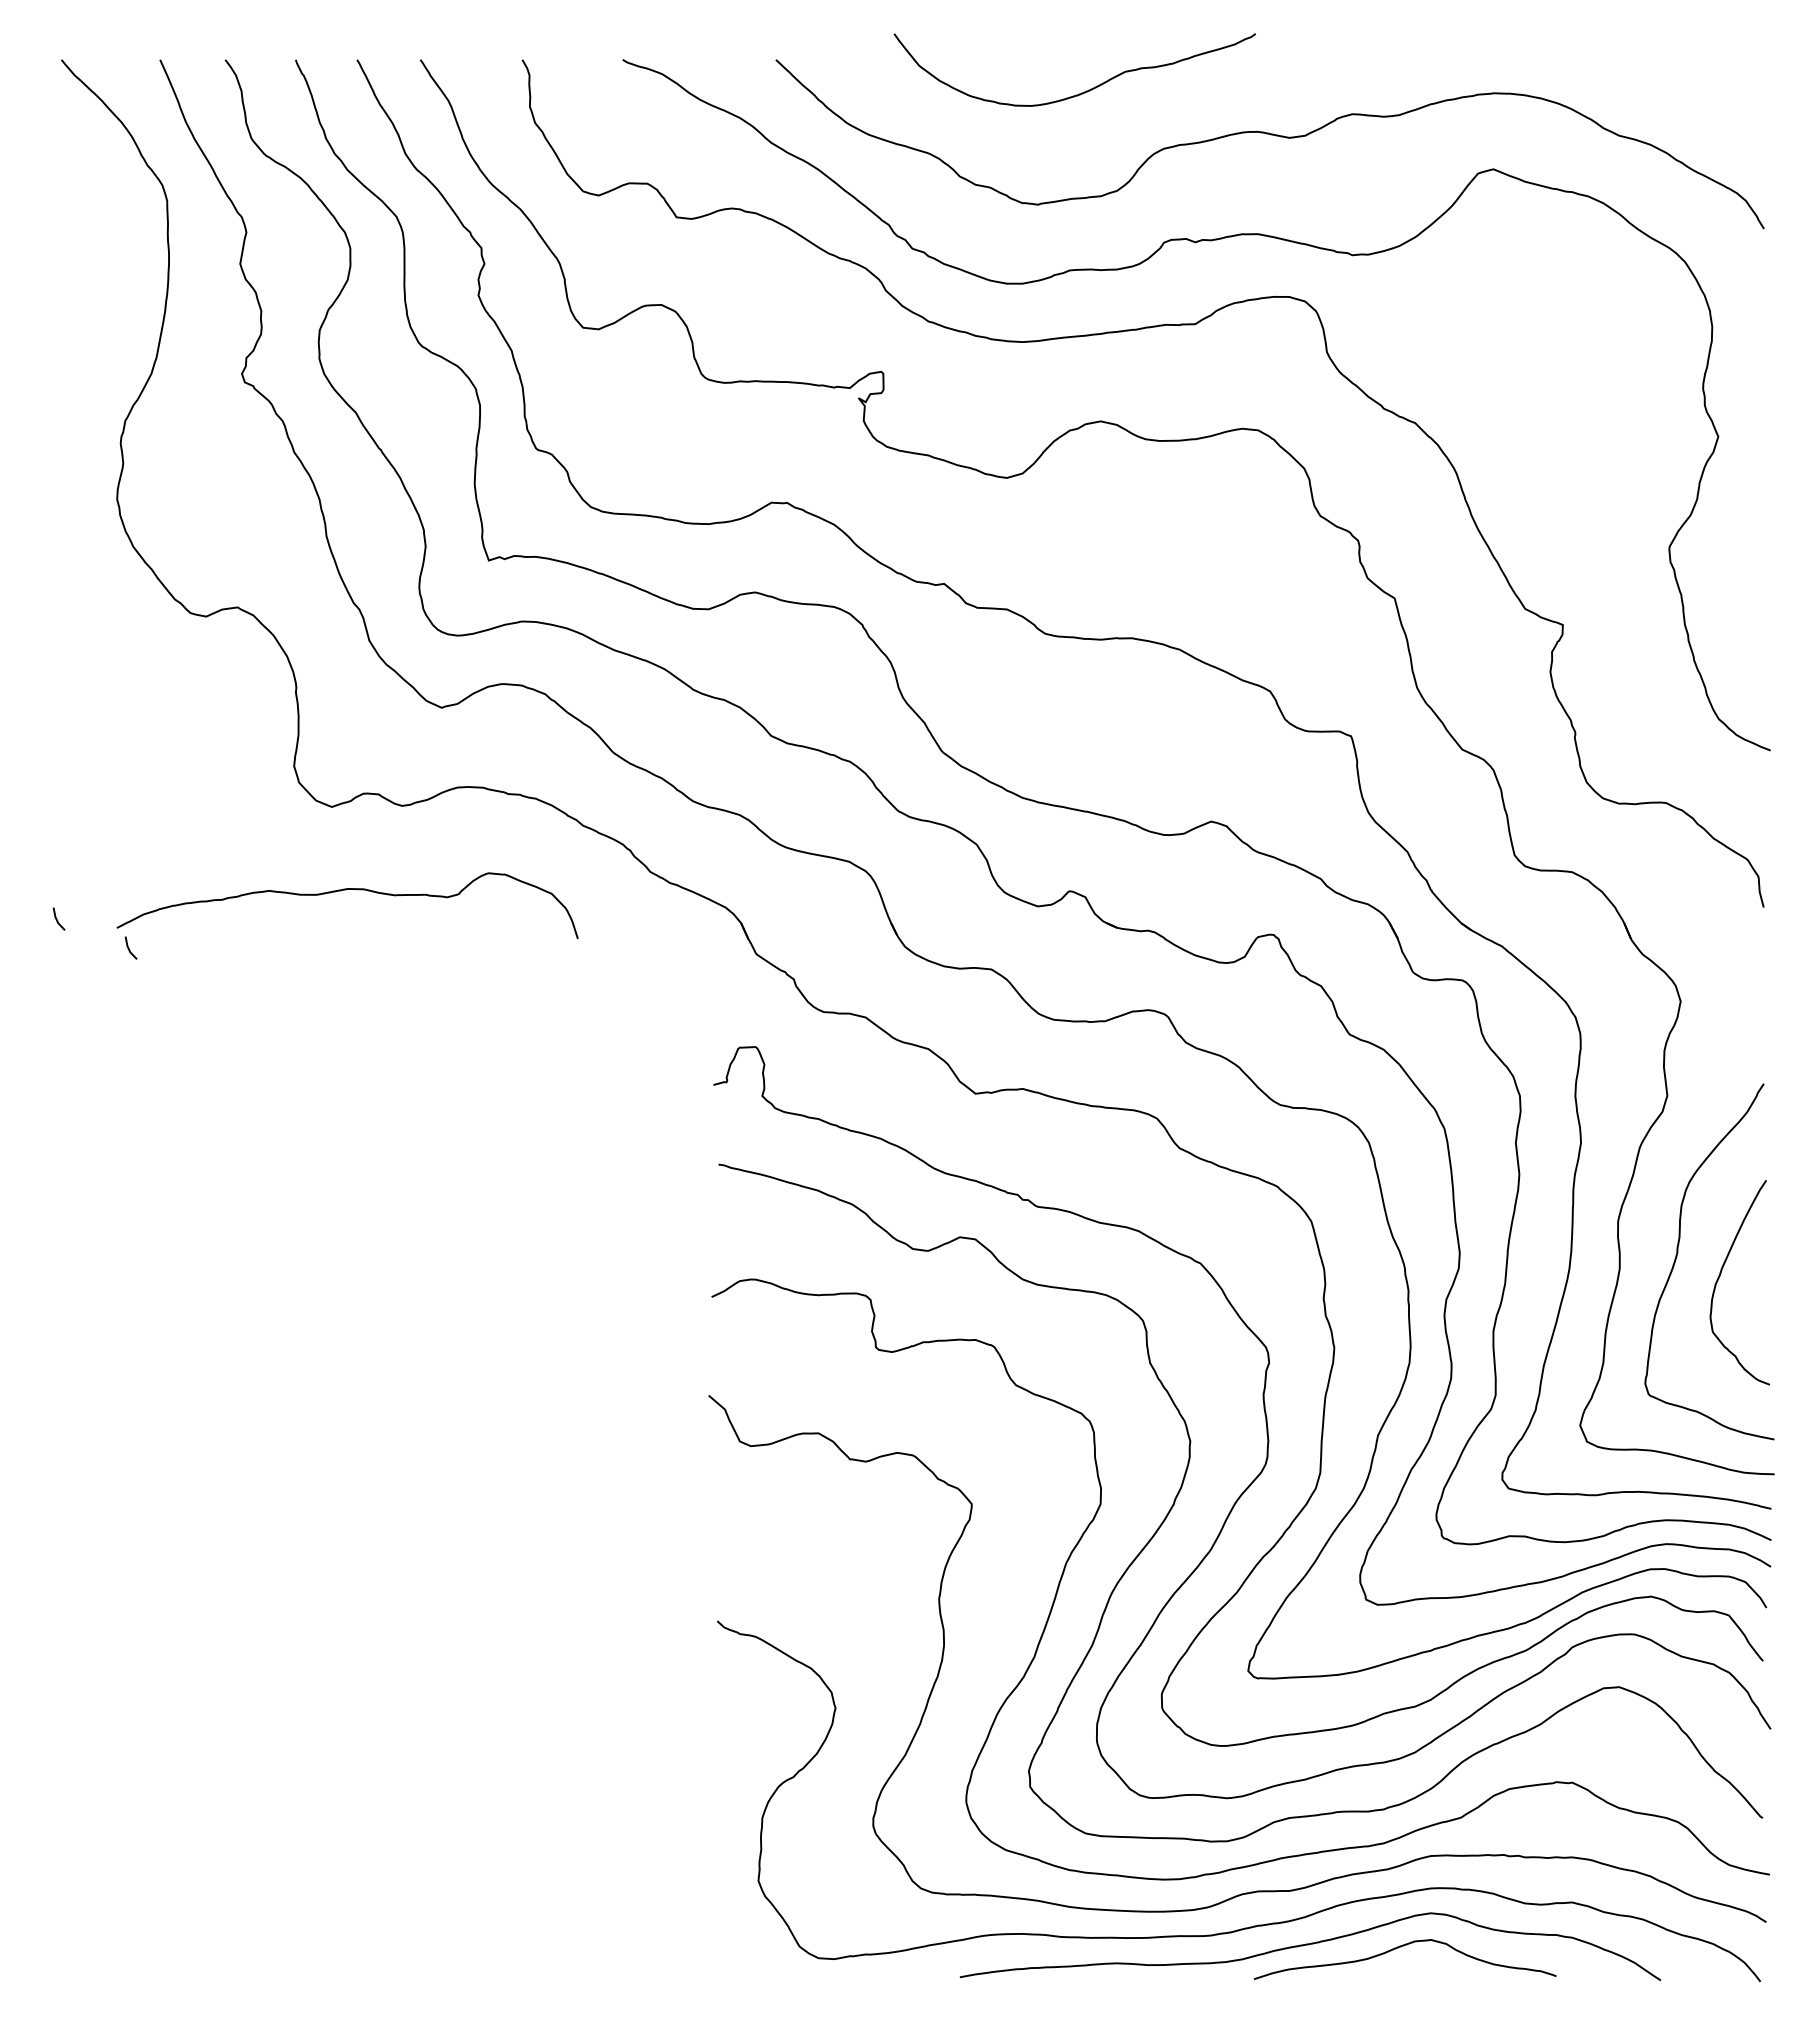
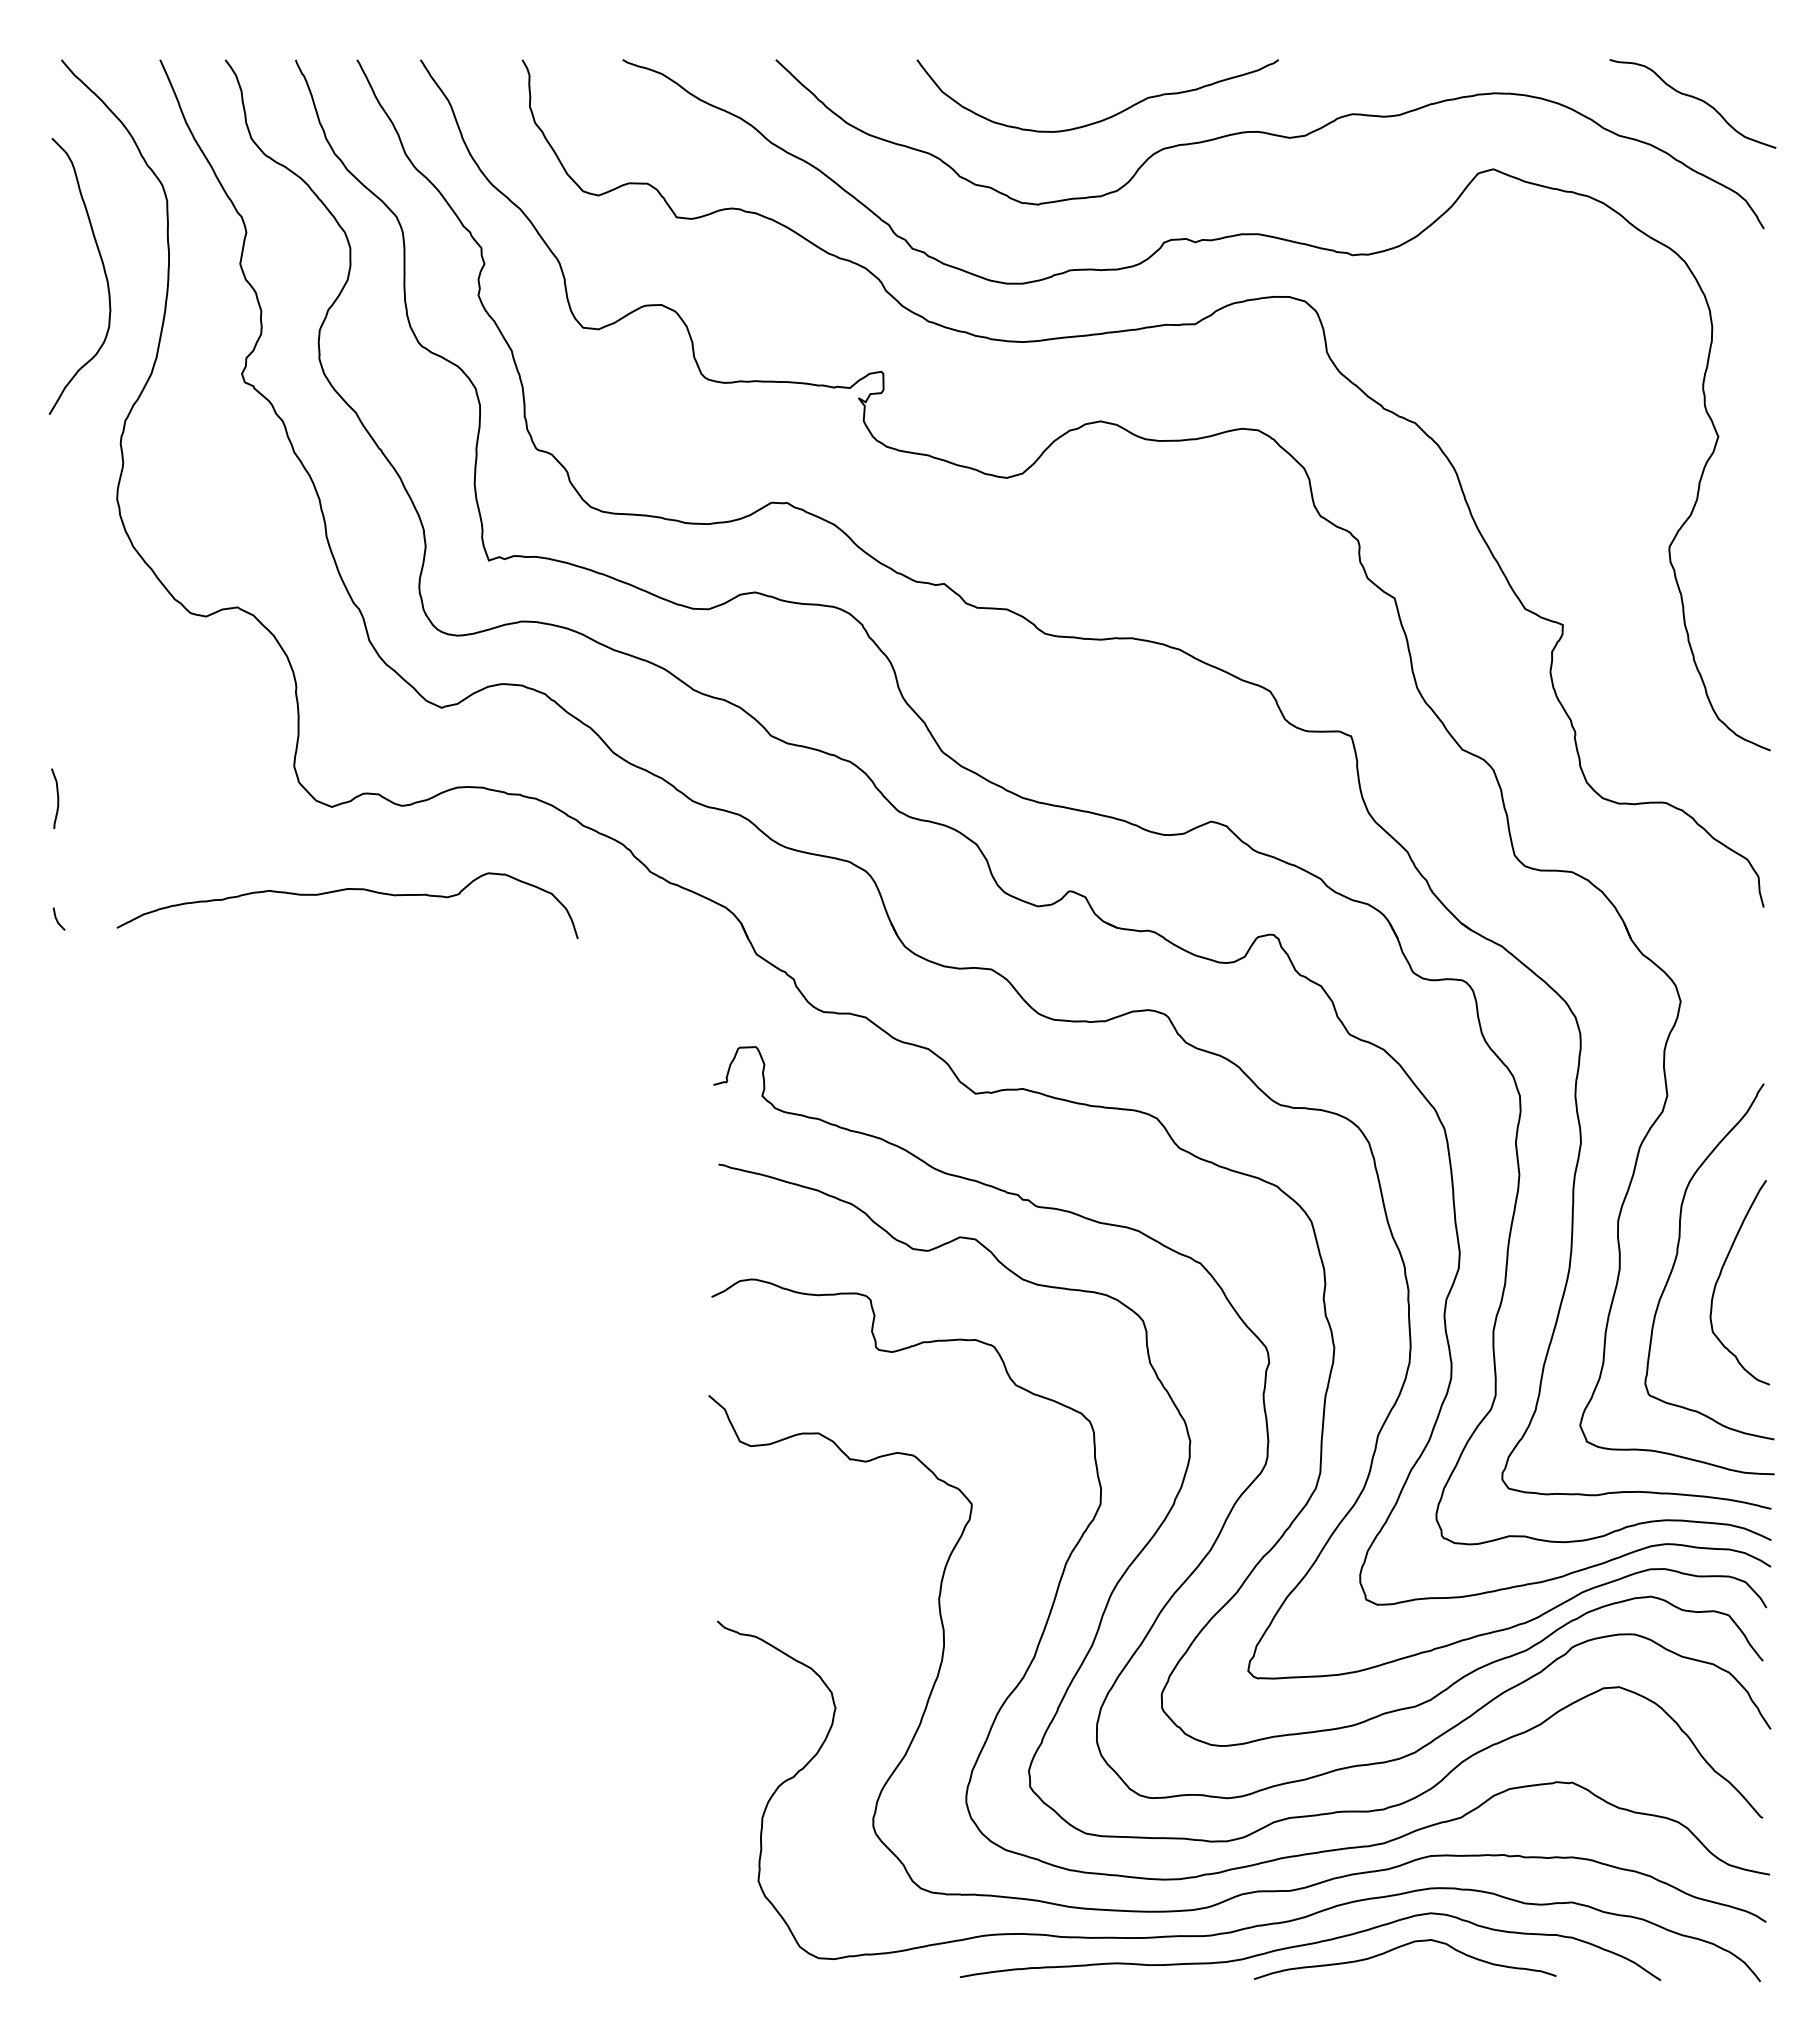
curve at (1081, 92) position: (1081, 92) -> (1104, 118)
curve at (1693, 98): none -> present
curve at (103, 270): none -> present
curve at (57, 798): none -> present
line at (129, 947): present -> none
